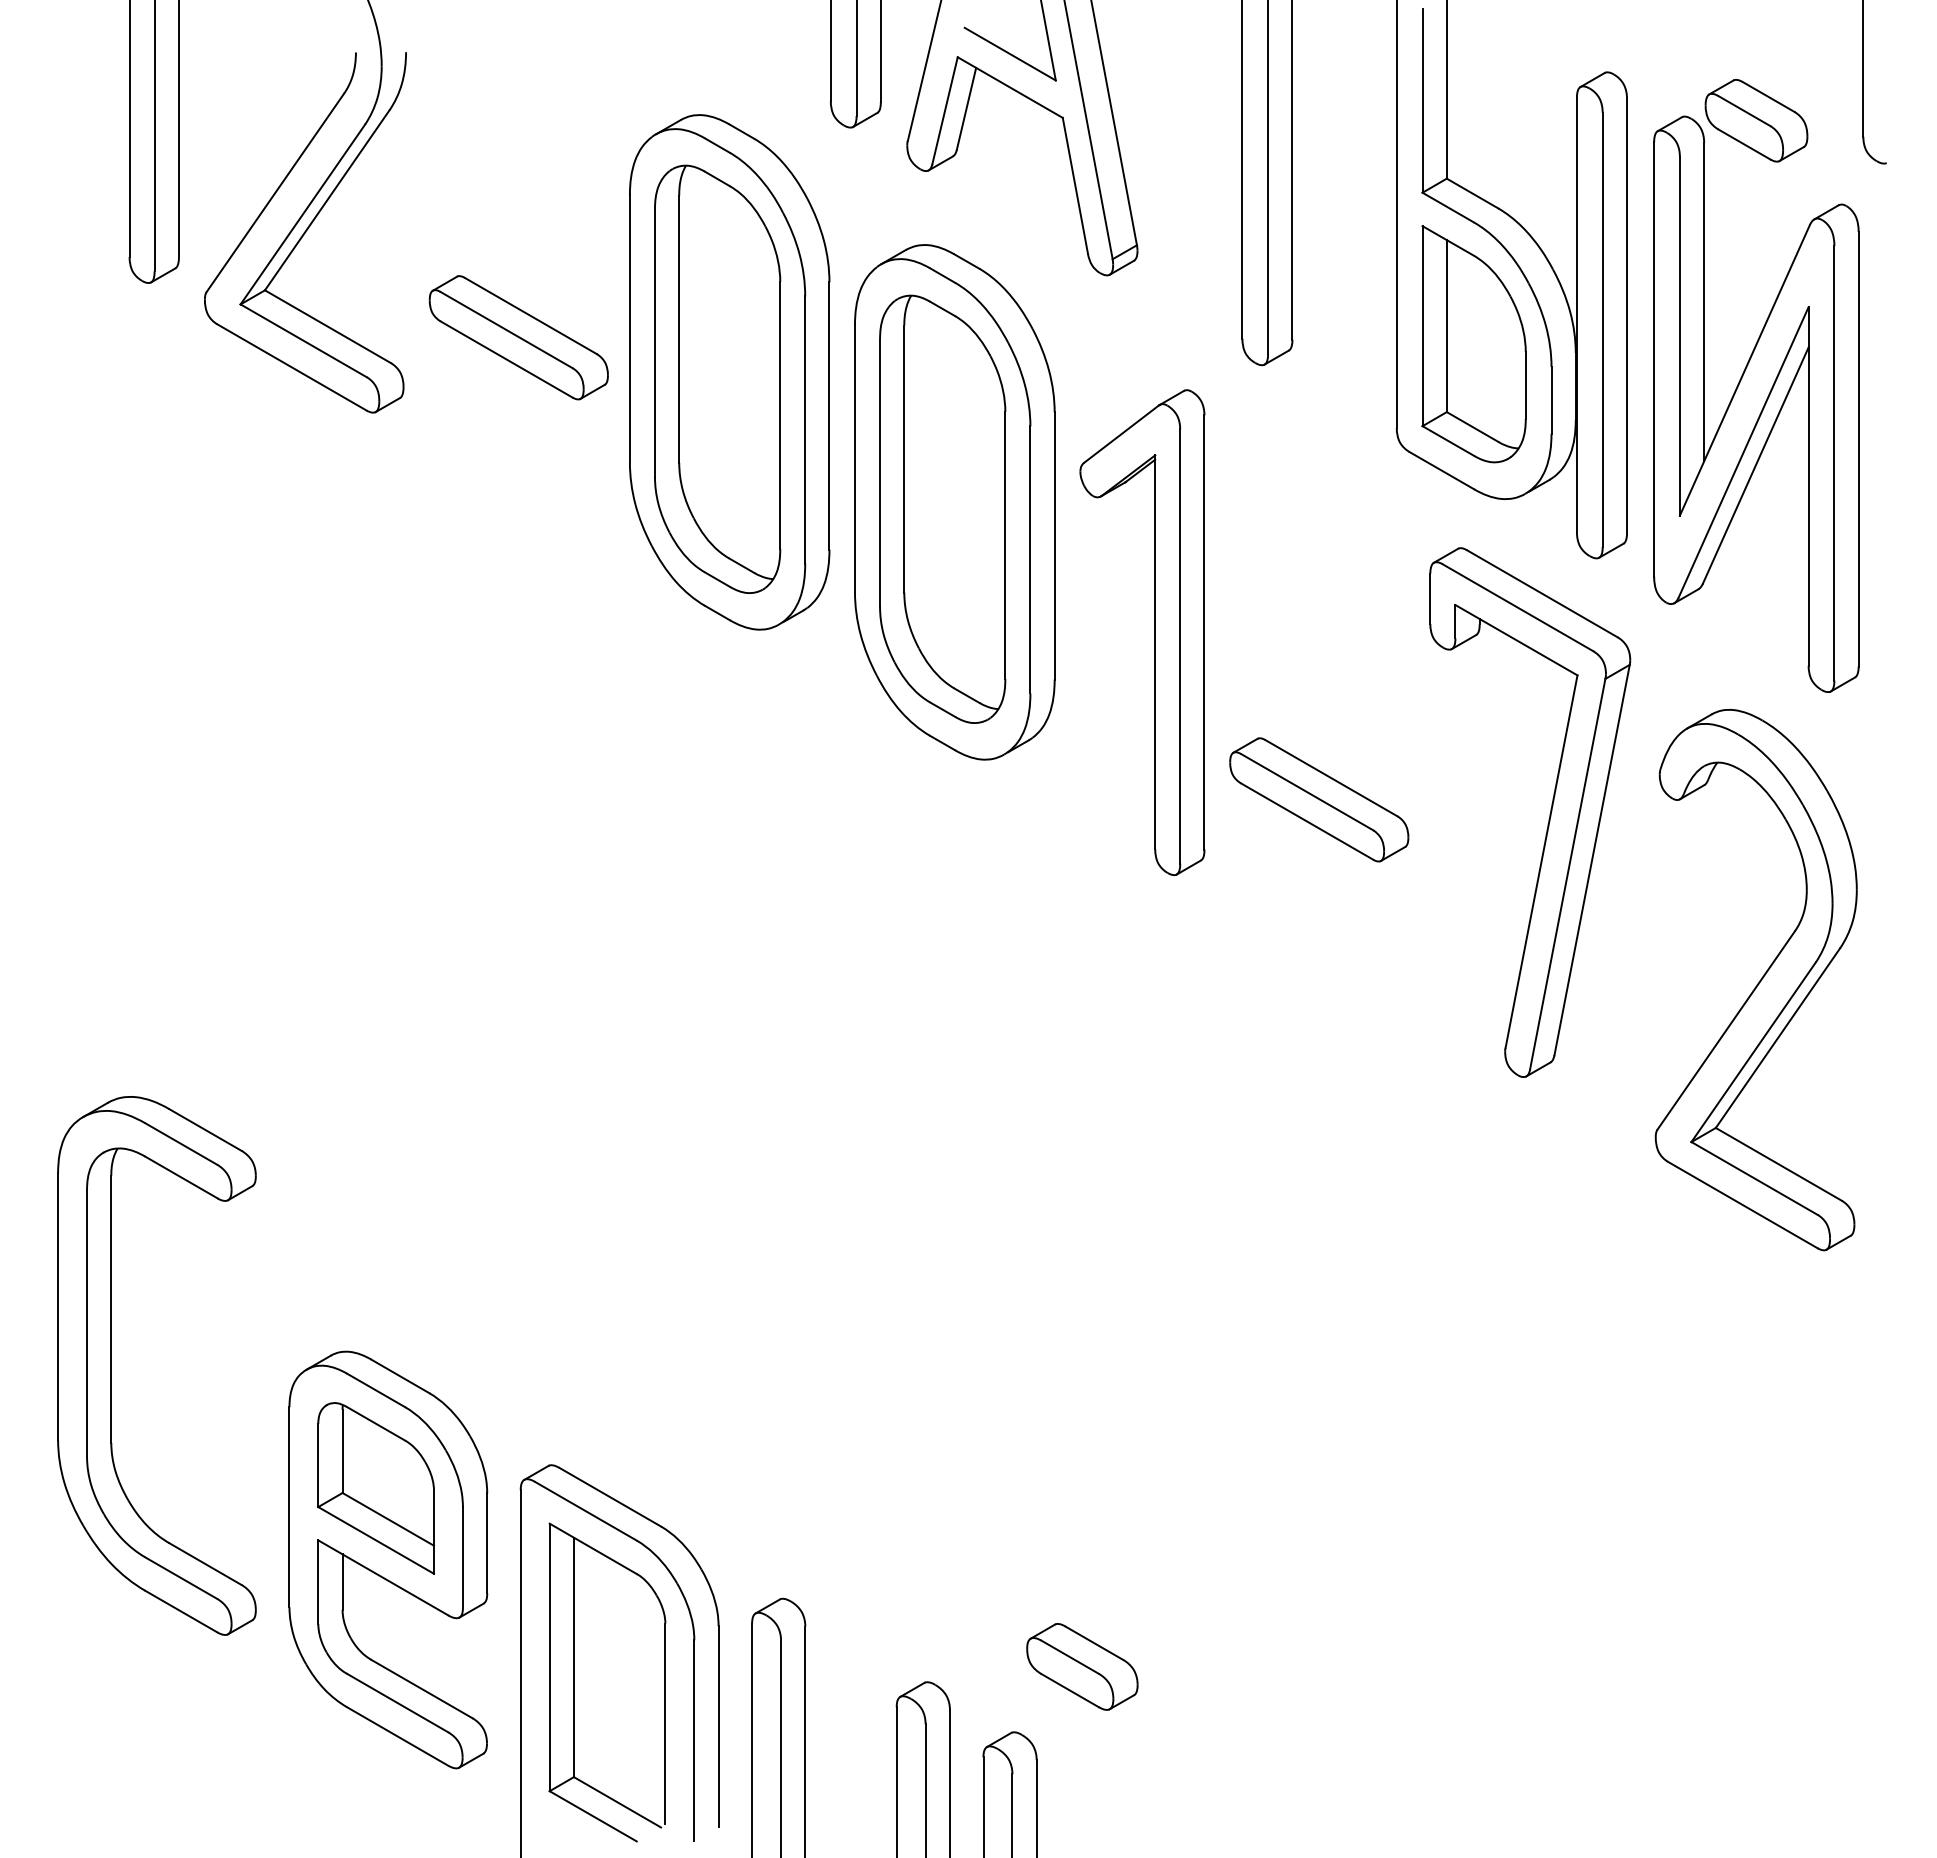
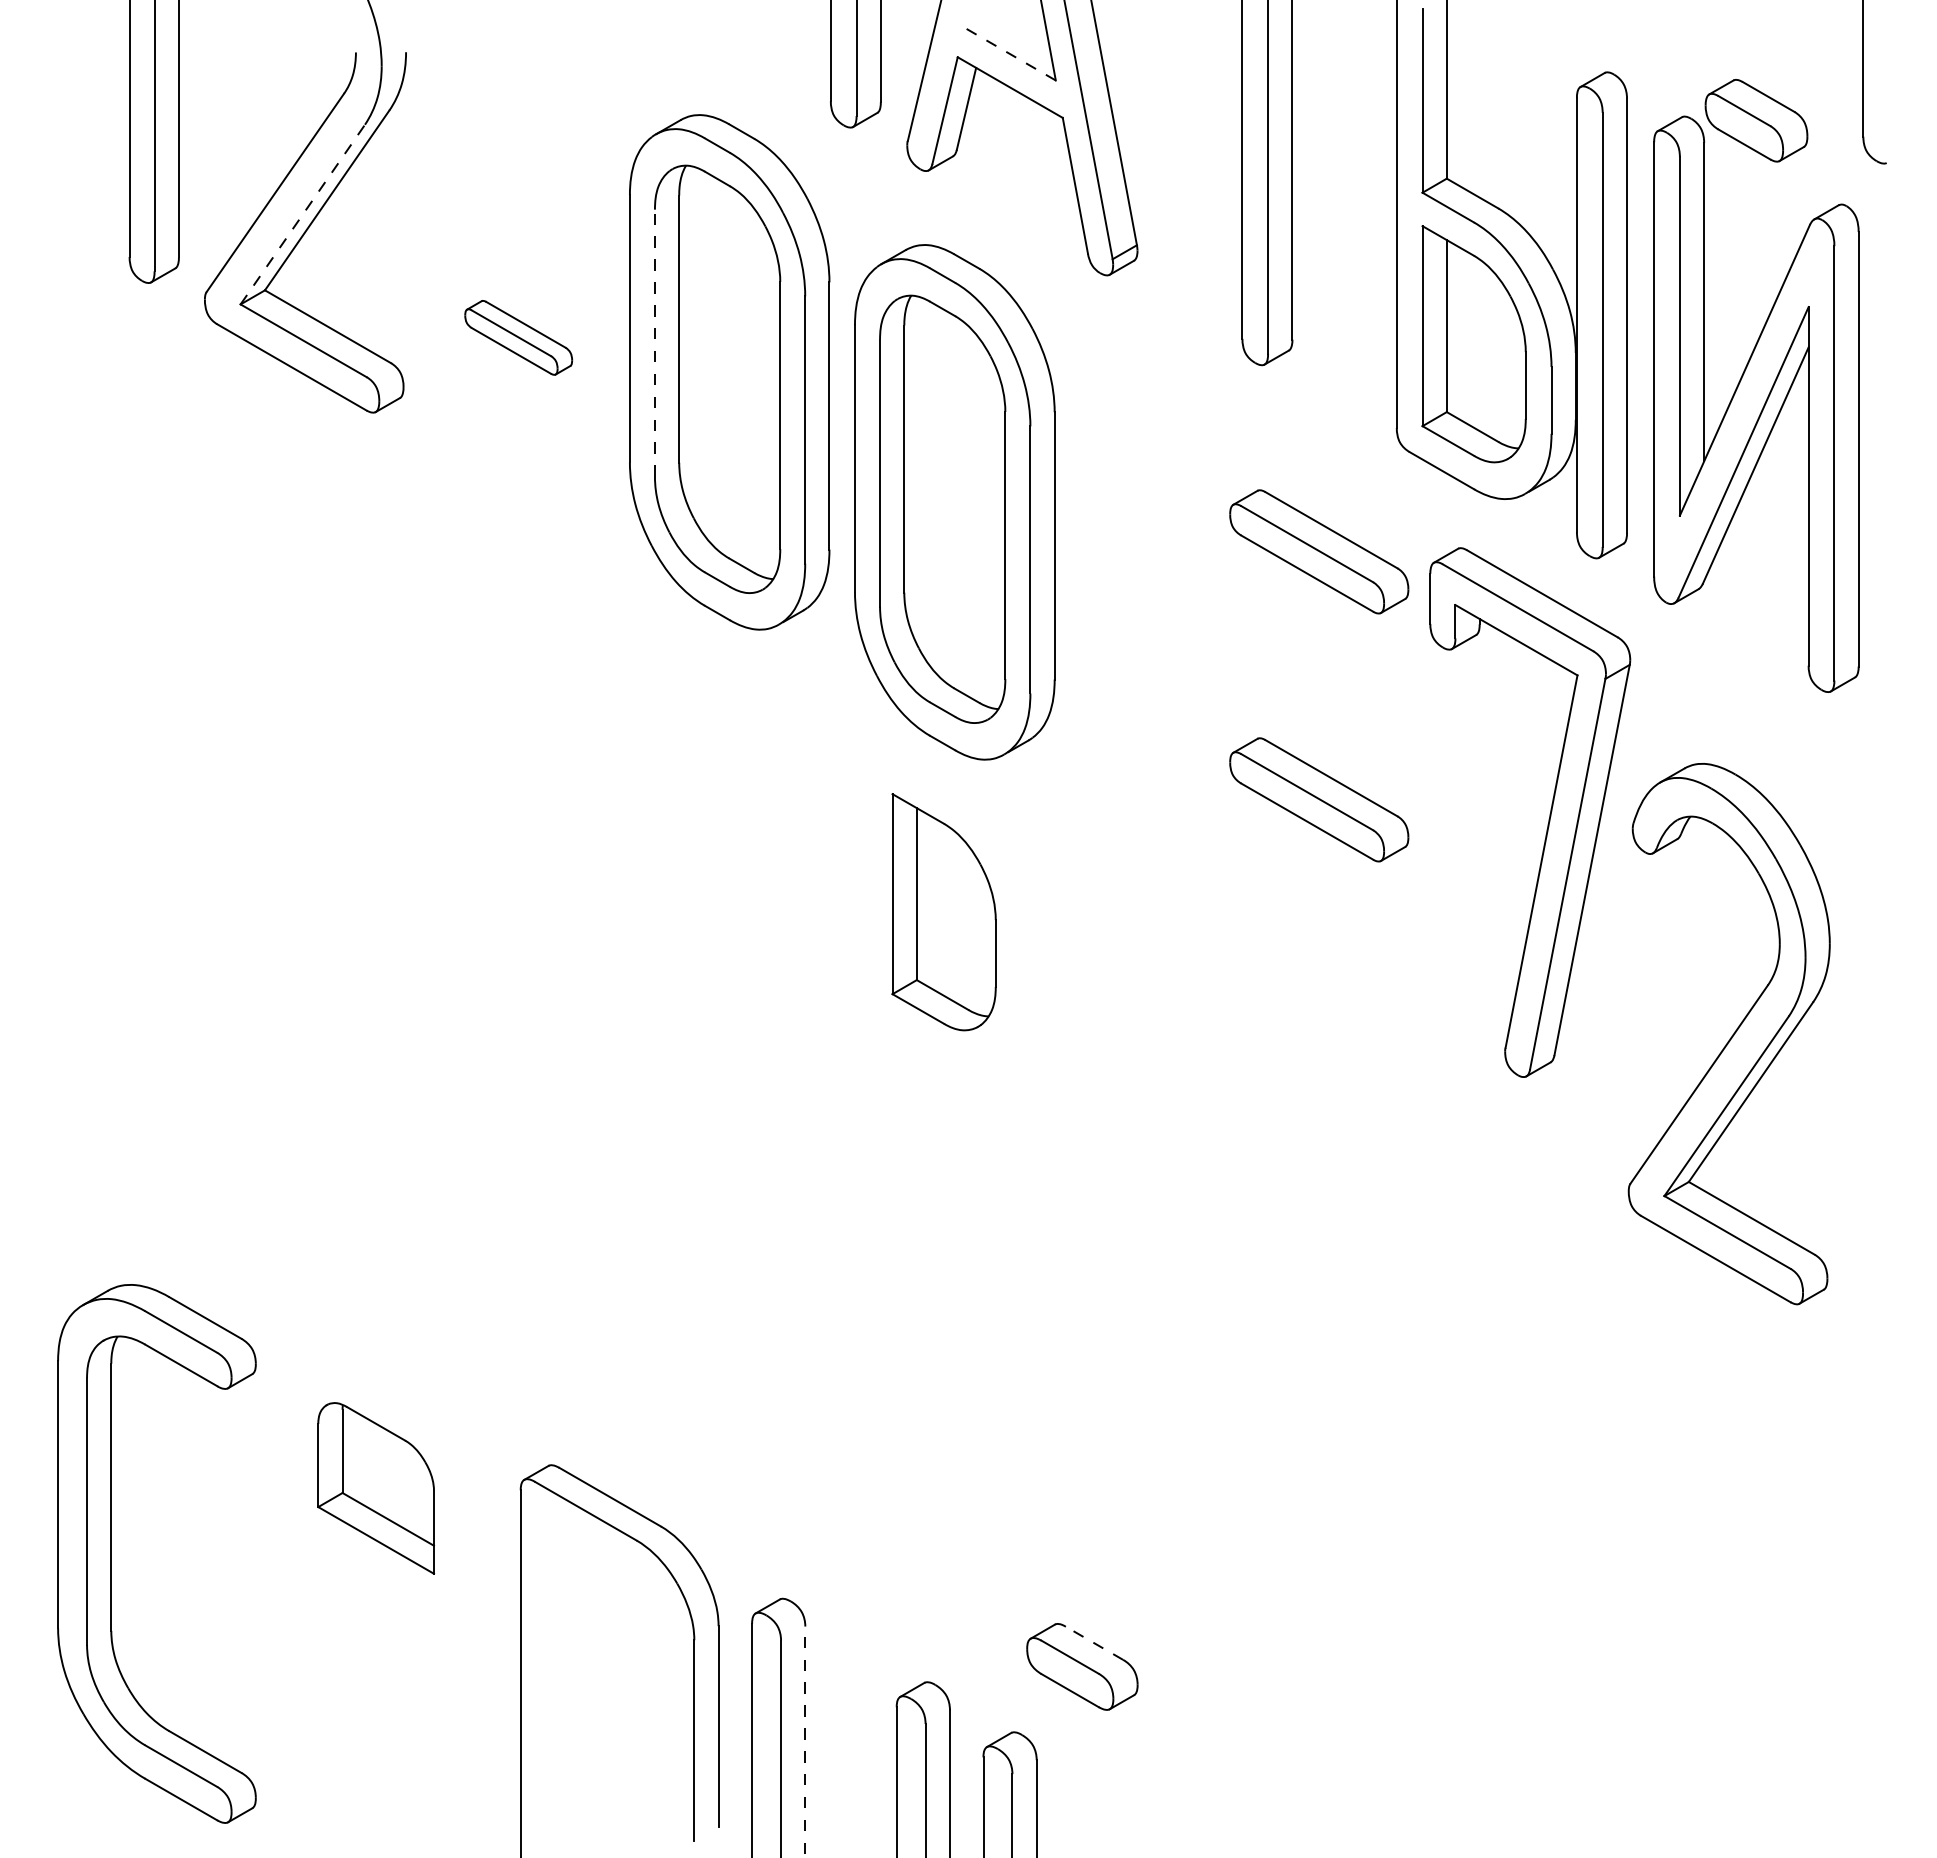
line at (1010, 54): solid -> dashed
line at (303, 214): solid -> dashed
part at (518, 337) size: 181x126 px -> 110x76 px
line at (654, 343): solid -> dashed
part at (1319, 551): none -> present
part at (1154, 632): present -> none
part at (943, 912): none -> present
part at (1755, 980) position: (1755, 980) -> (1728, 1034)
part at (111, 1365) position: (111, 1365) -> (111, 1553)
part at (388, 1559): present -> none
line at (1094, 1643): solid -> dashed
part at (574, 1682): present -> none
line at (805, 1741): solid -> dashed
